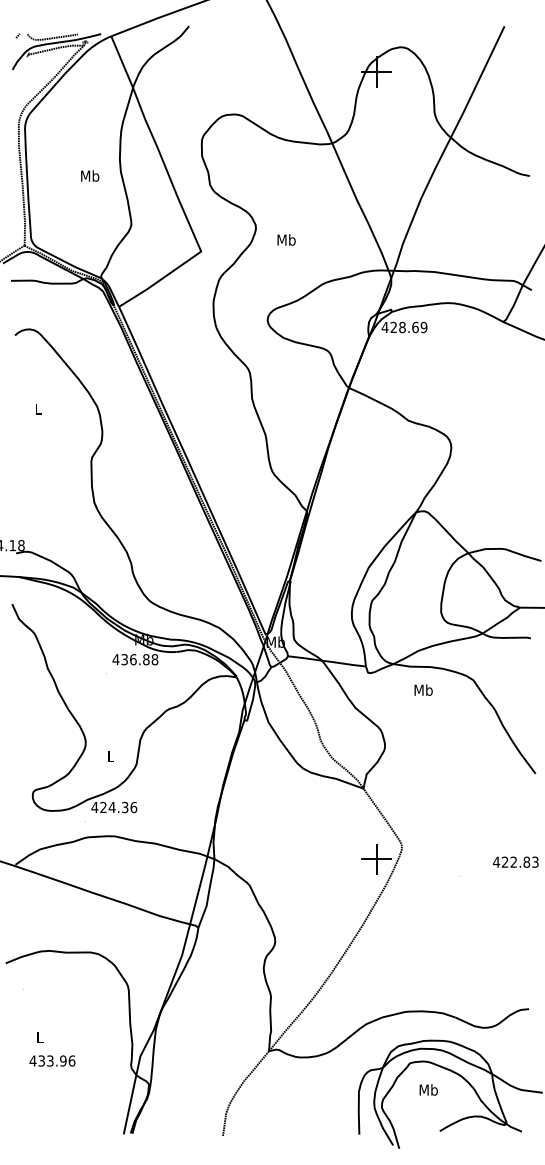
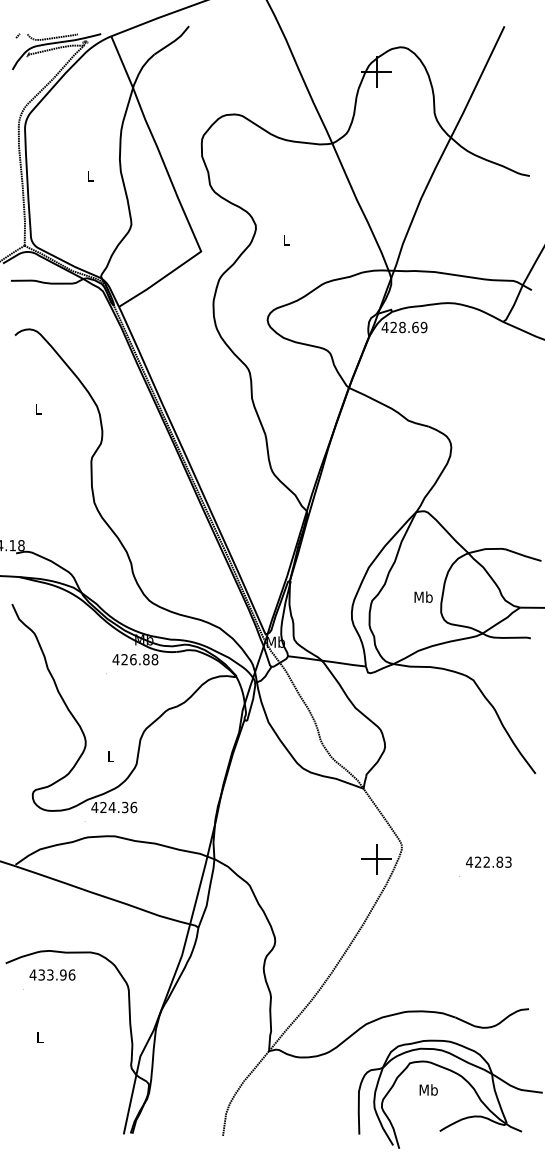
text at (90, 175): Mb -> L
text at (286, 239): Mb -> L
text at (124, 659): 436.88 -> 426.88
text at (423, 689) position: (423, 689) -> (423, 596)
text at (515, 861) position: (515, 861) -> (488, 861)
text at (52, 1060) position: (52, 1060) -> (52, 974)
